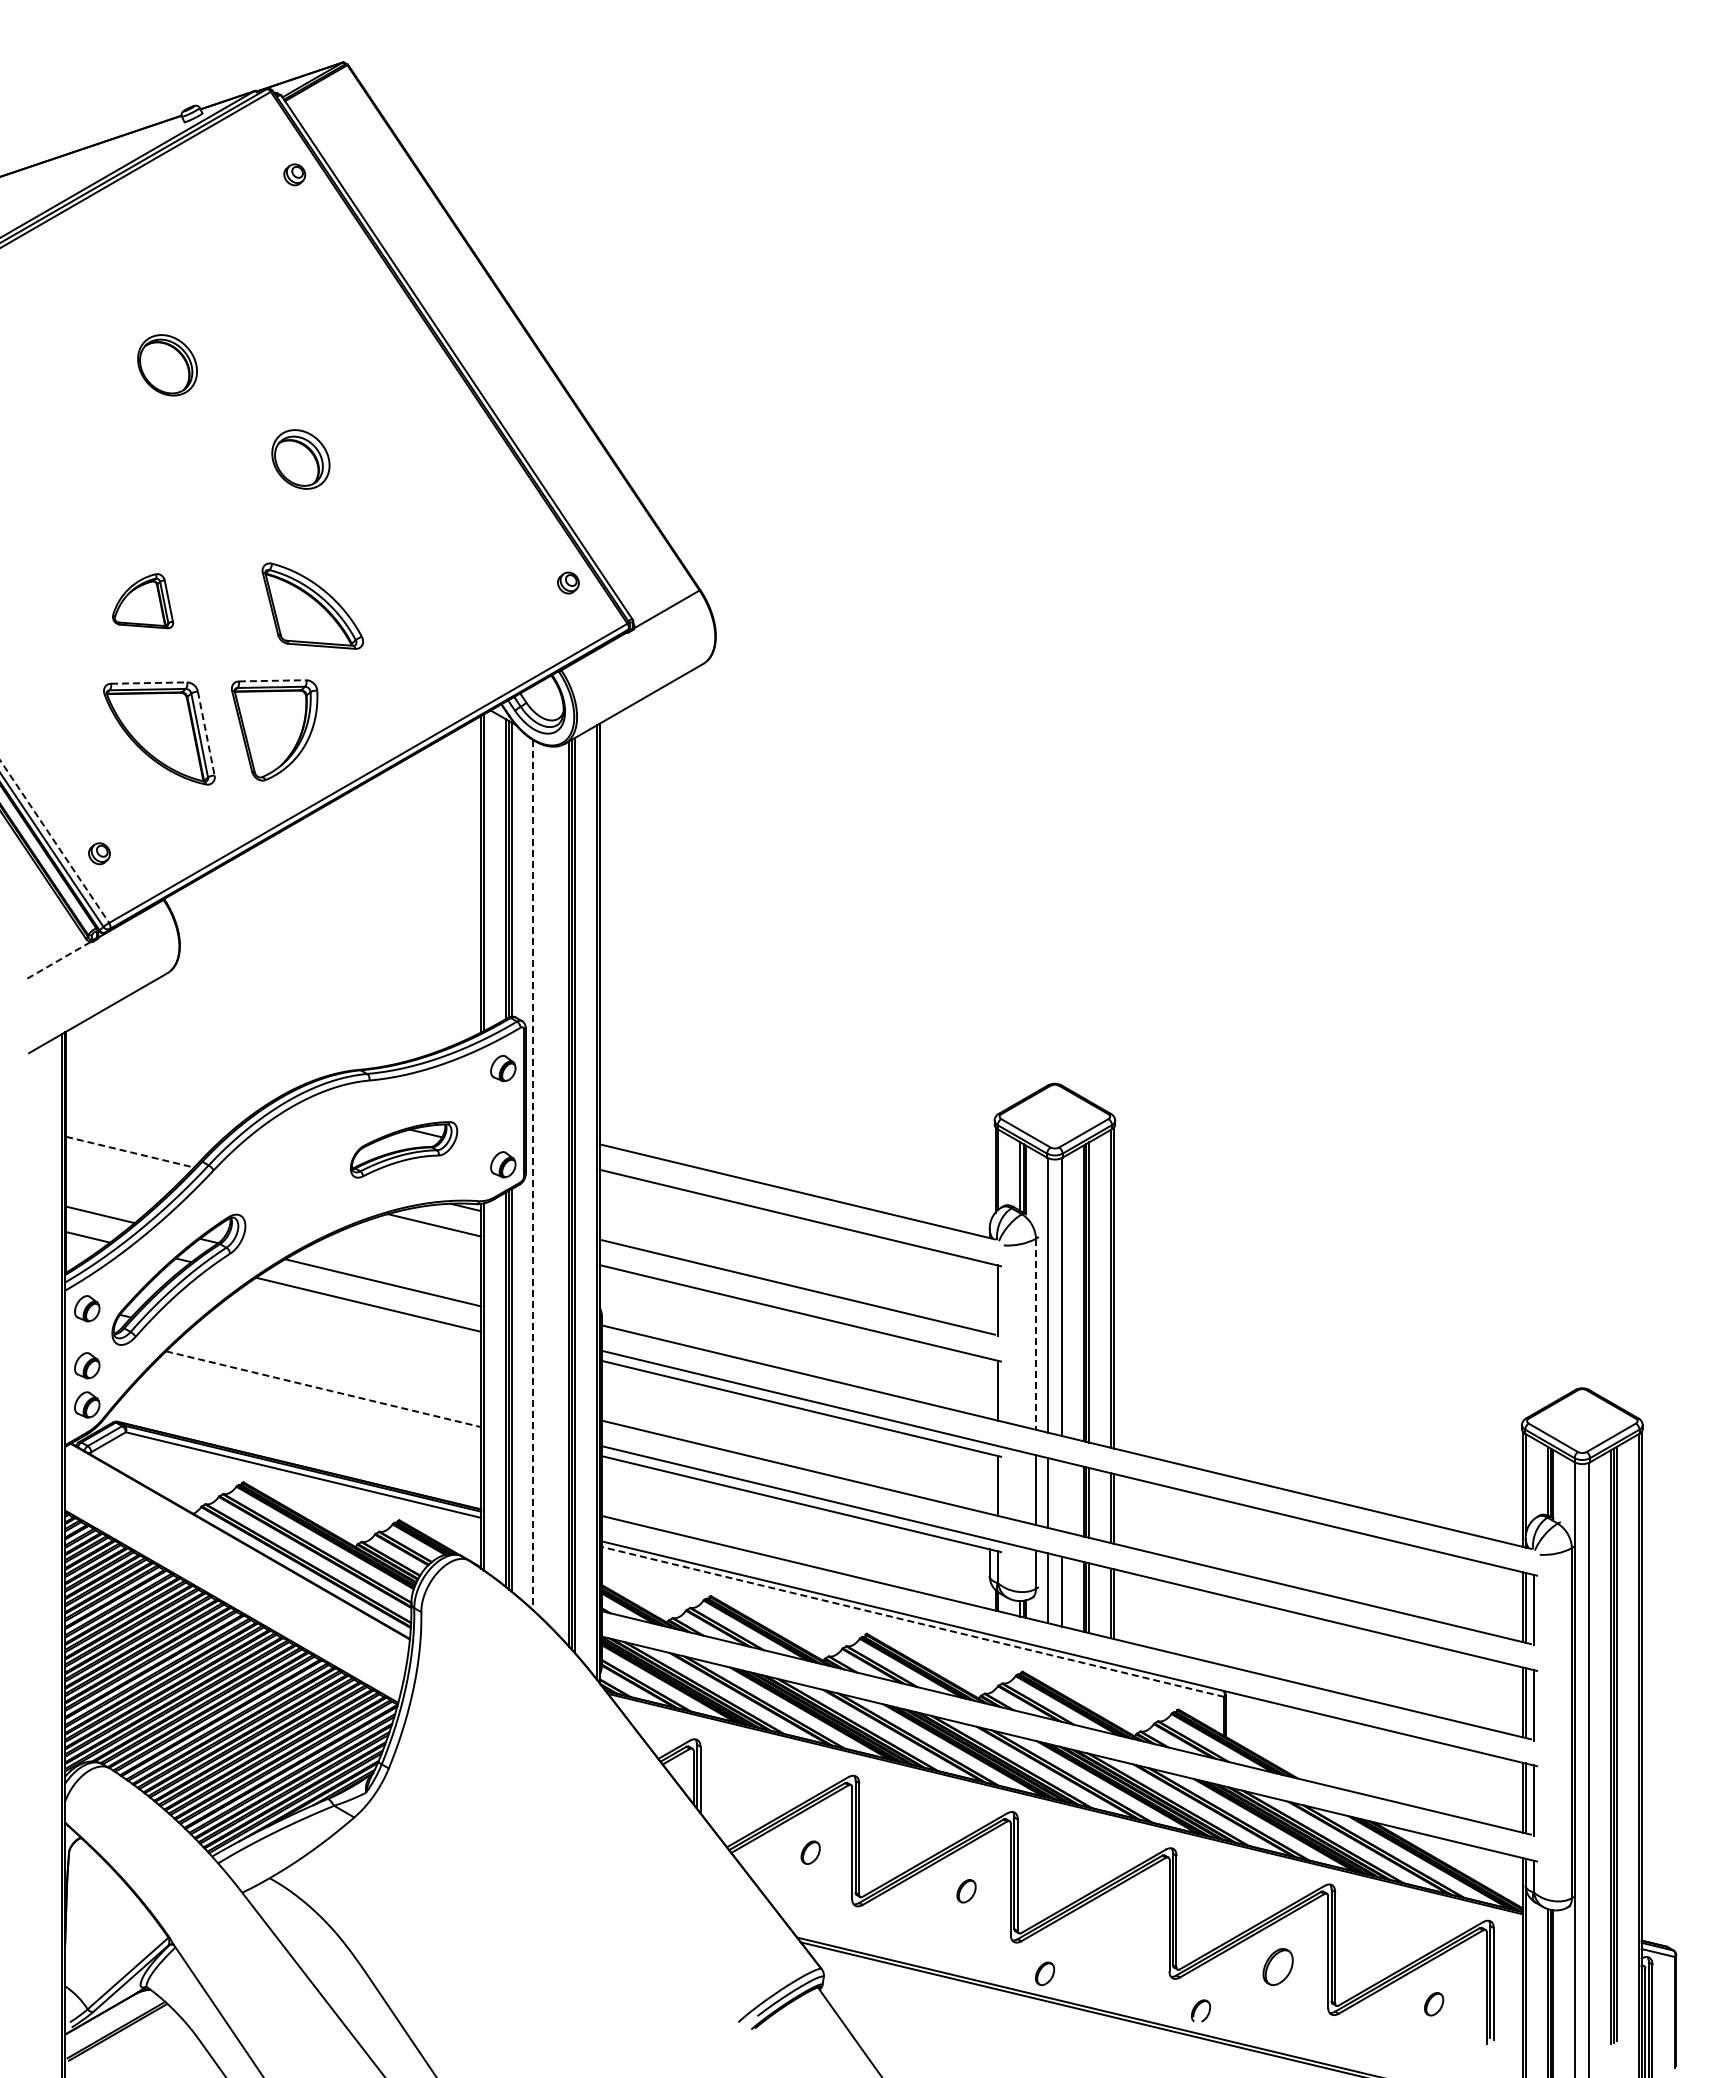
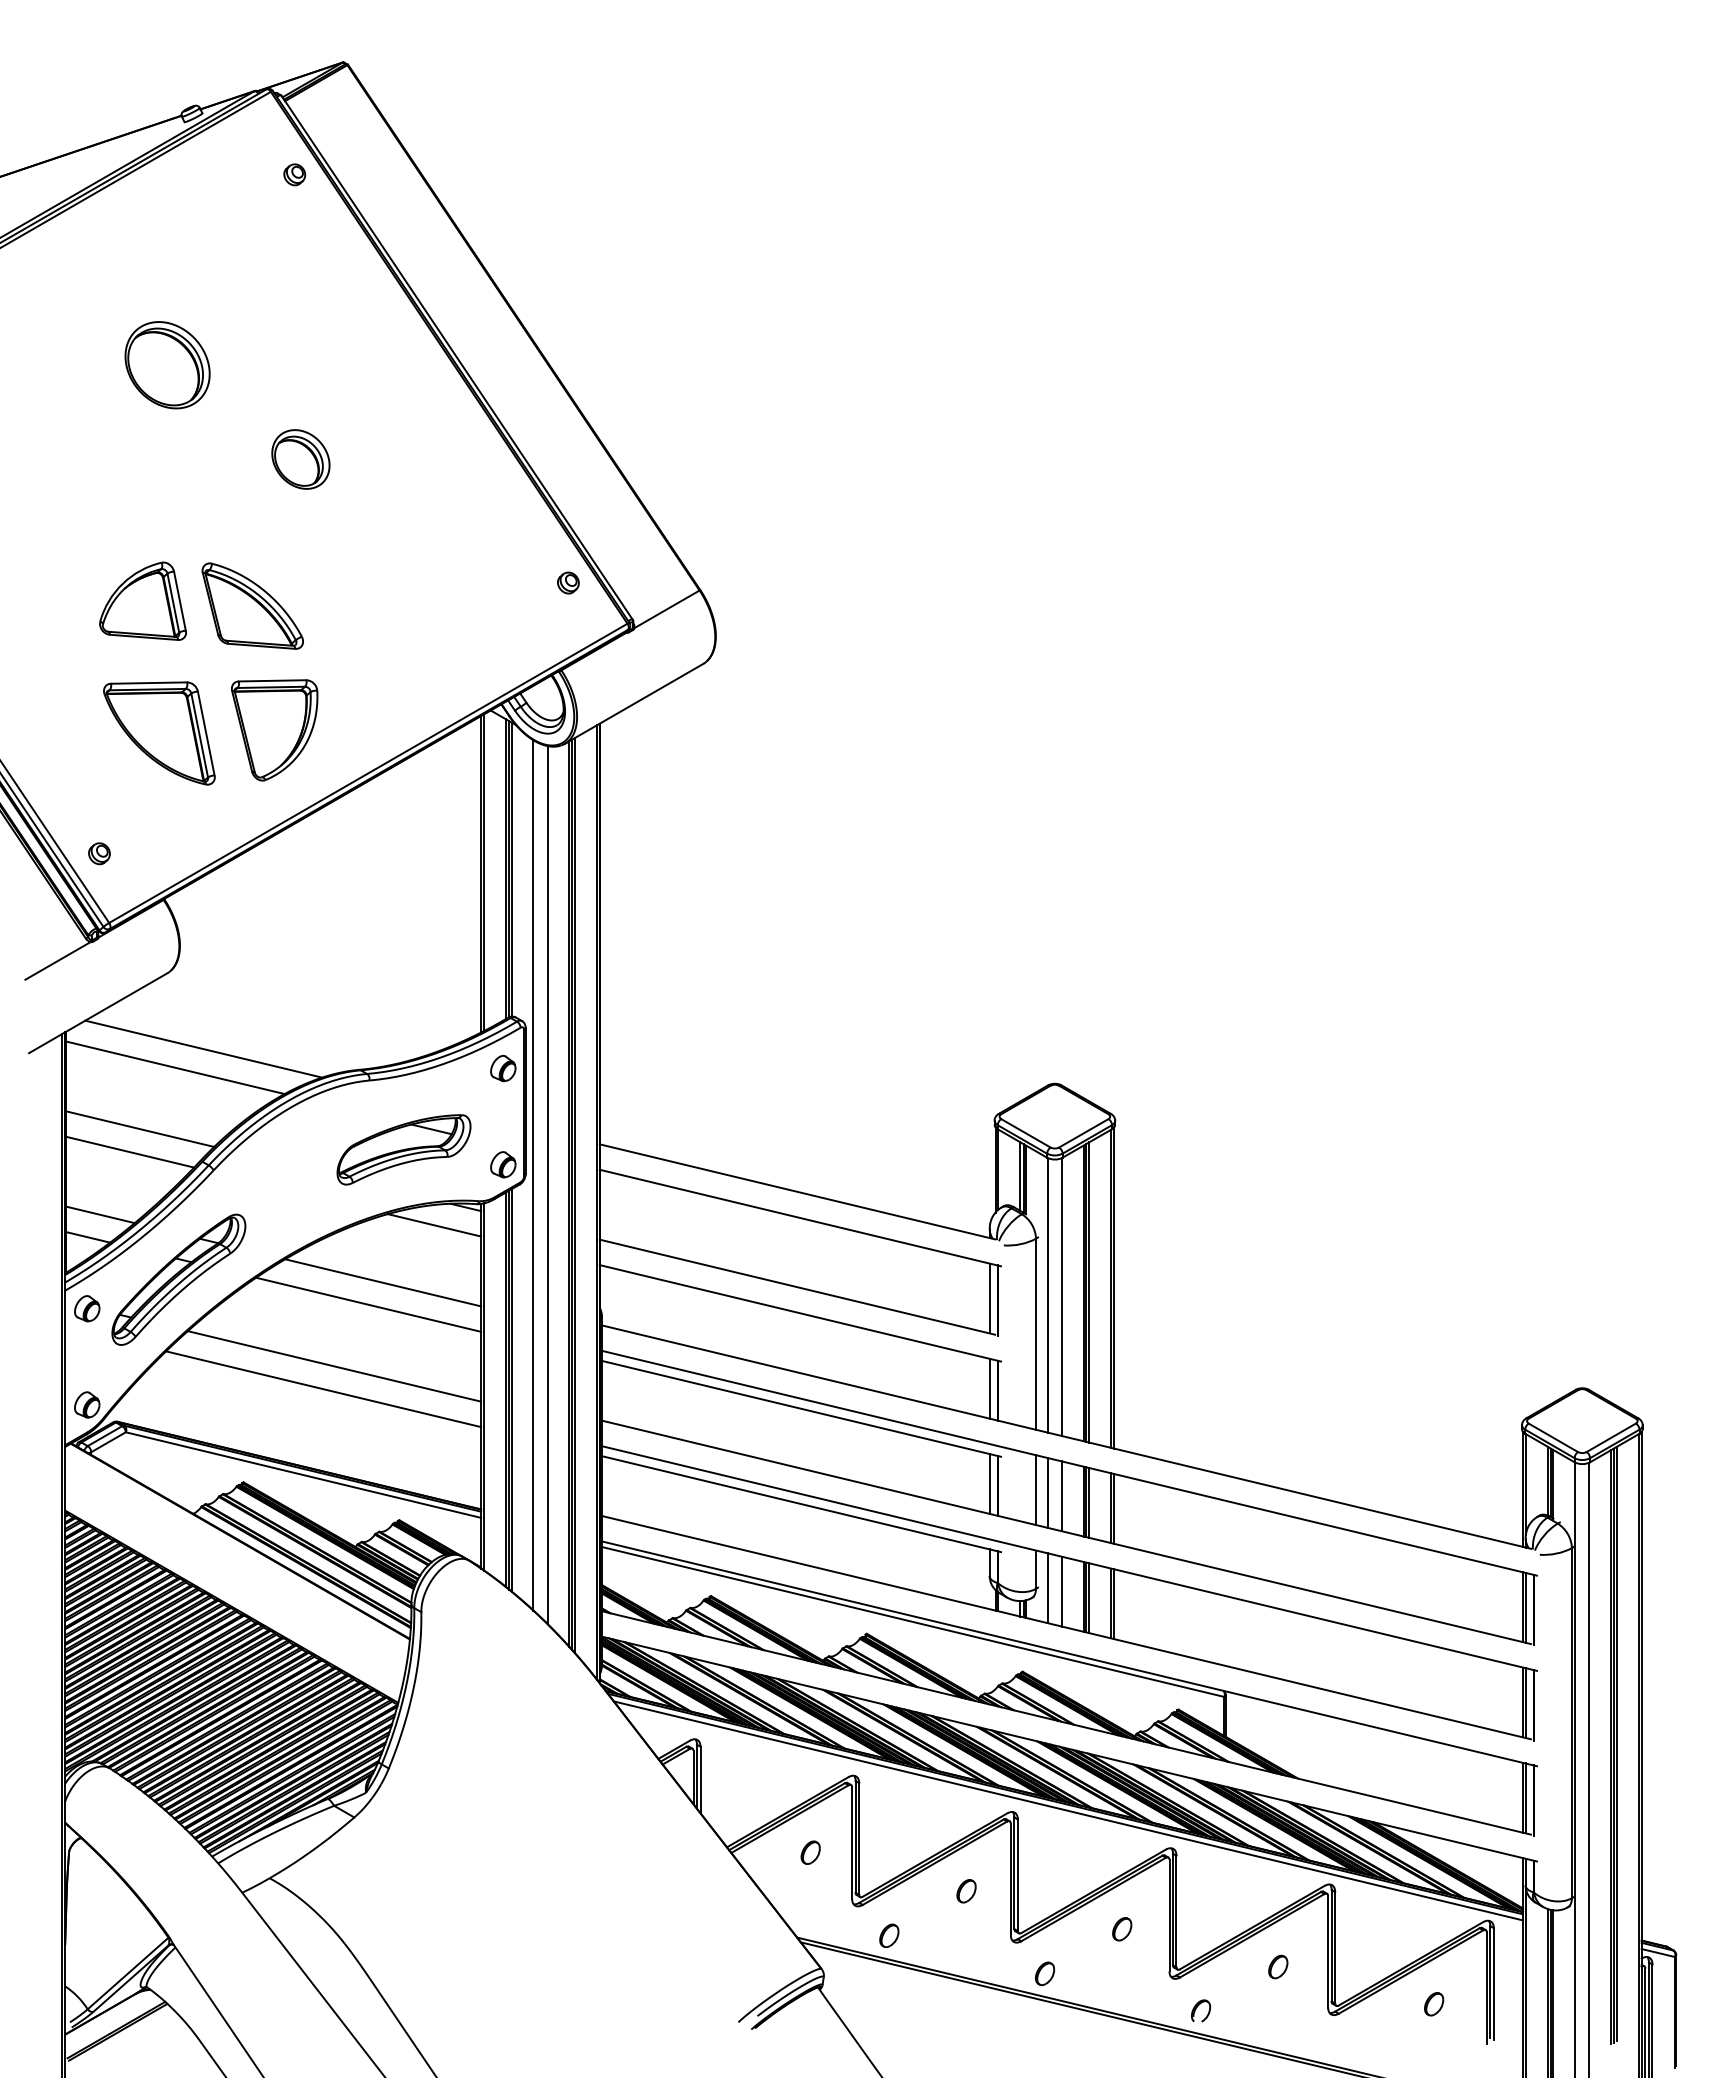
part at (167, 365) size: 61x63 px -> 87x89 px
part at (143, 601) size: 63x57 px -> 88x80 px
part at (312, 605) position: (312, 605) -> (252, 605)
line at (272, 680): dashed -> solid
line at (149, 683): dashed -> solid
line at (206, 733): dashed -> solid
line at (54, 841): dashed -> solid
line at (58, 960): dashed -> solid
line at (203, 1048): none -> present
line at (175, 1067): none -> present
line at (140, 1128): none -> present
part at (403, 1149) size: 110x58 px -> 136x72 px
line at (130, 1152): dashed -> solid
line at (533, 1175): dashed -> solid
line at (547, 1185): none -> present
line at (989, 1298): none -> present
line at (1036, 1334): dashed -> solid
part at (87, 1365): present -> none
line at (334, 1366): none -> present
line at (989, 1388): none -> present
line at (324, 1389): dashed -> solid
line at (989, 1483): none -> present
line at (1061, 1496): none -> present
line at (913, 1621): dashed -> solid
line at (1068, 1810): none -> present
part at (1122, 1929): none -> present
part at (889, 1935): none -> present
part at (1277, 1966) size: 32x38 px -> 21x26 px
